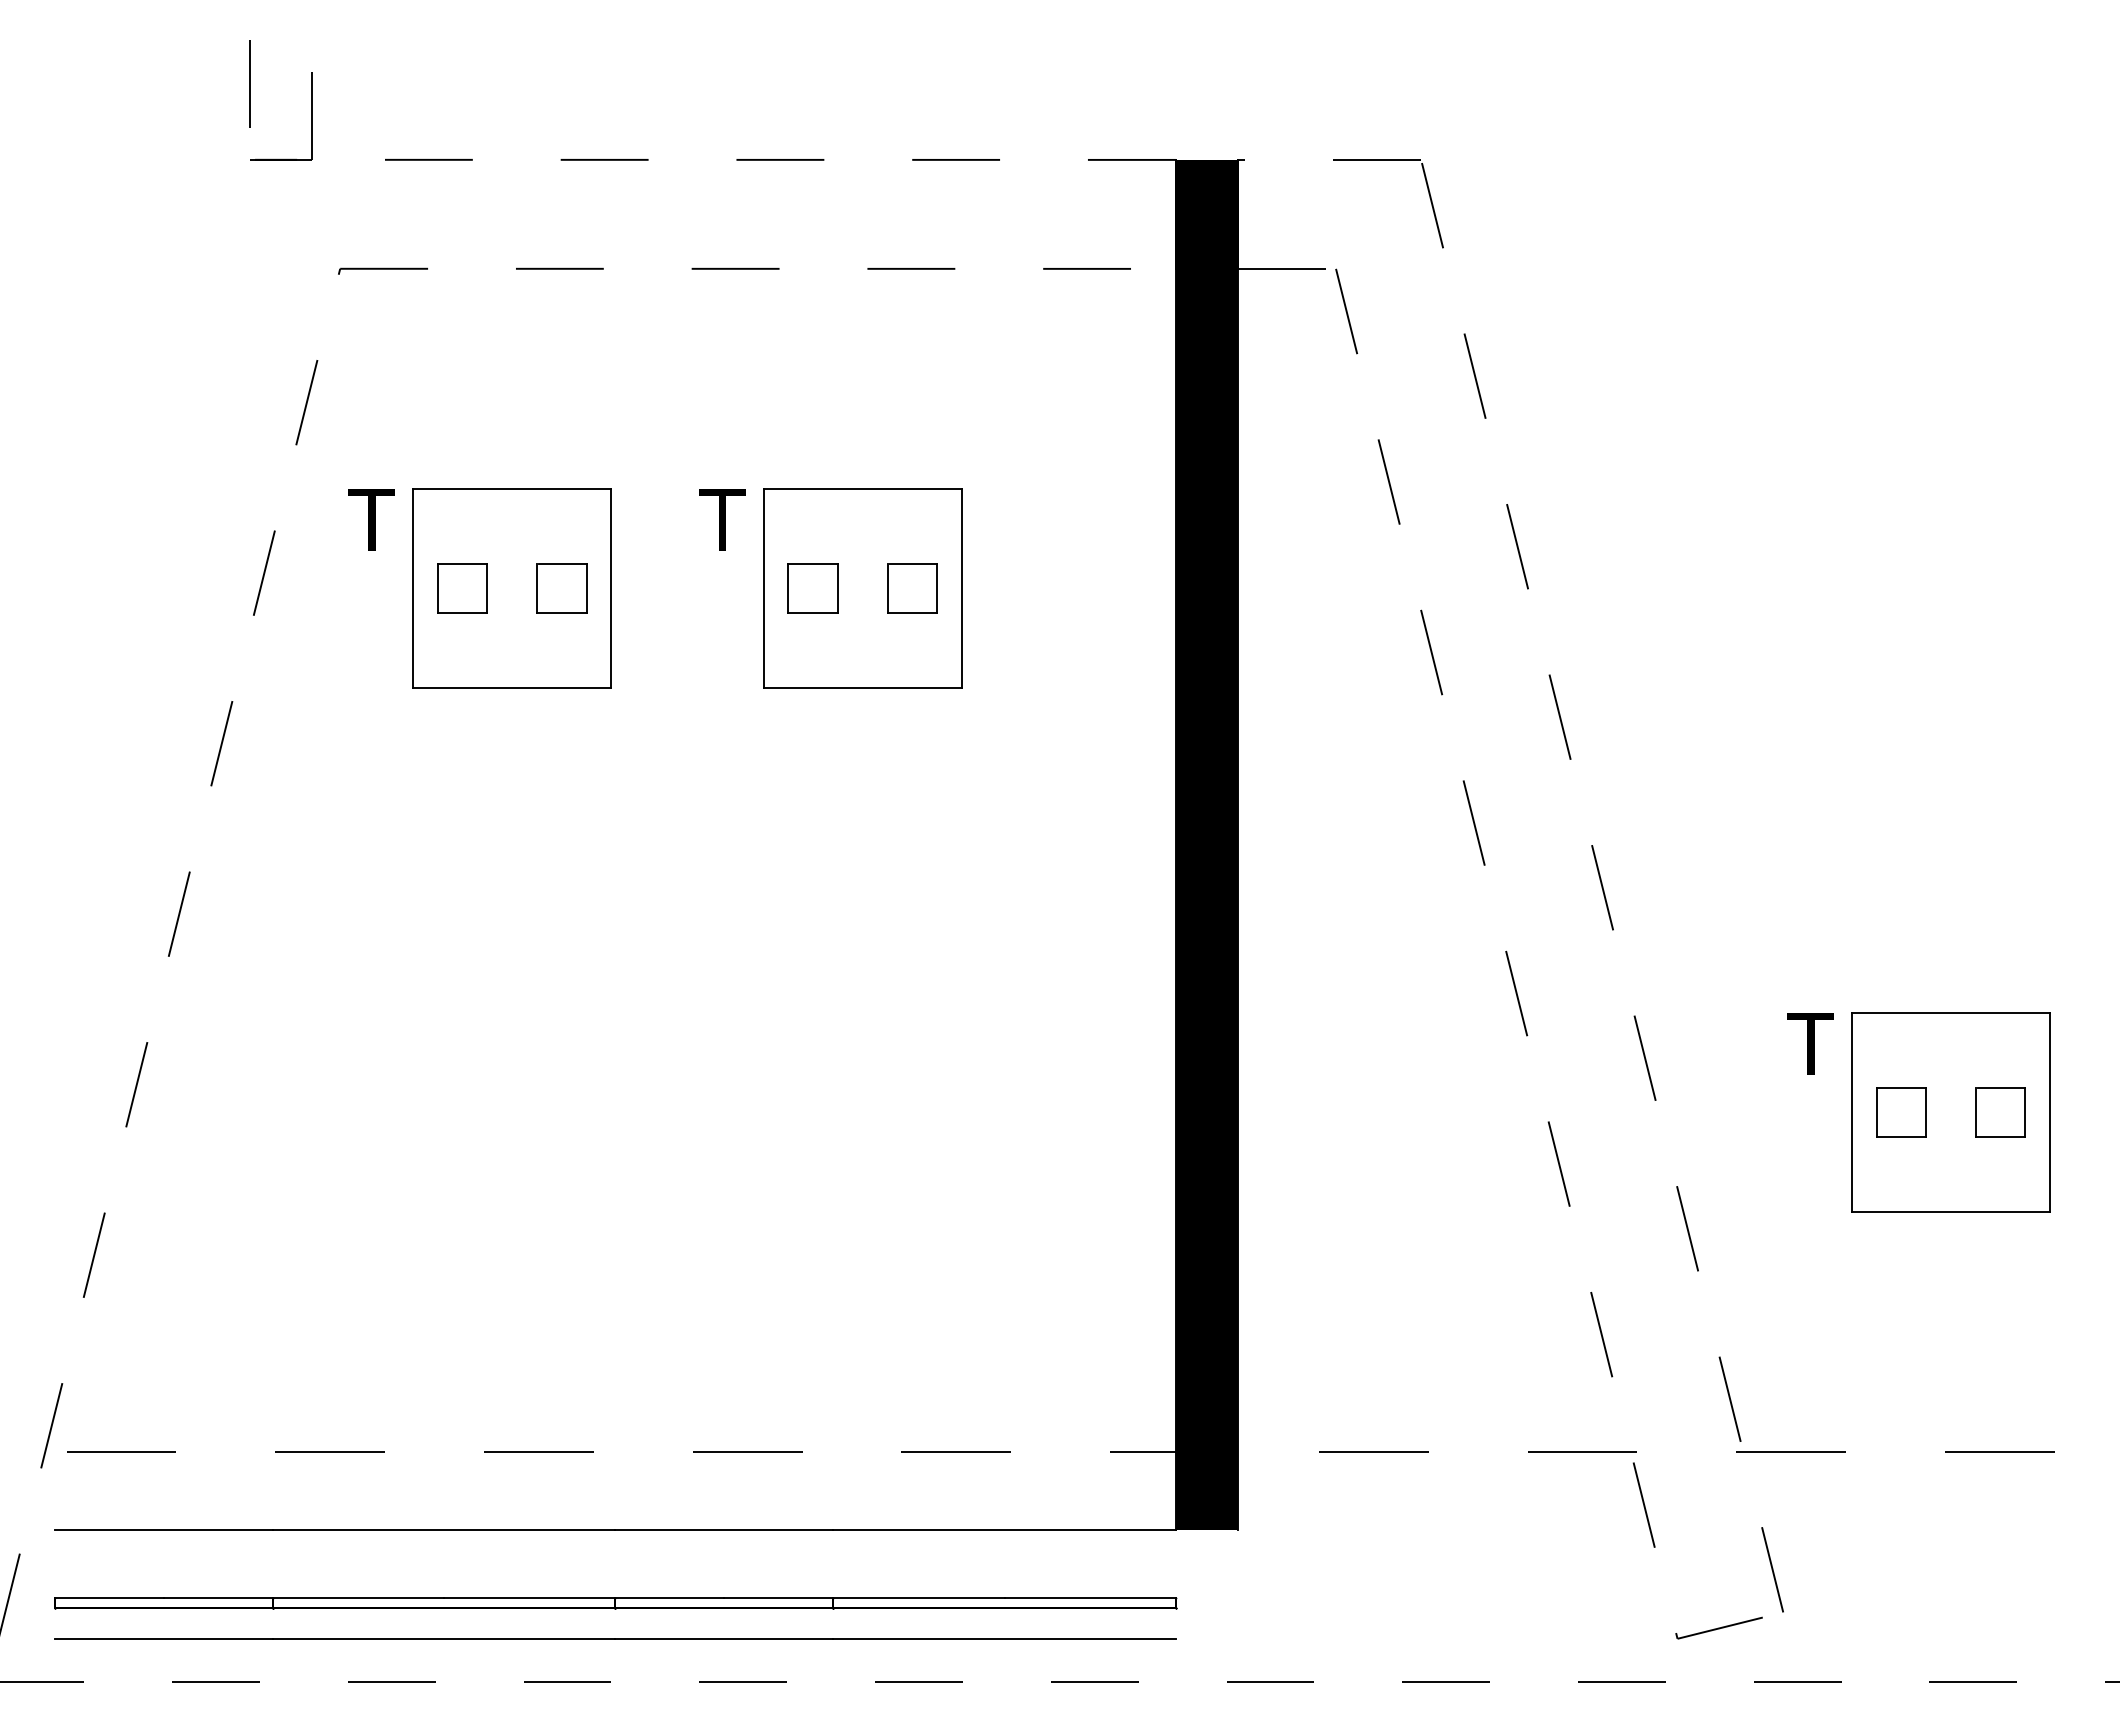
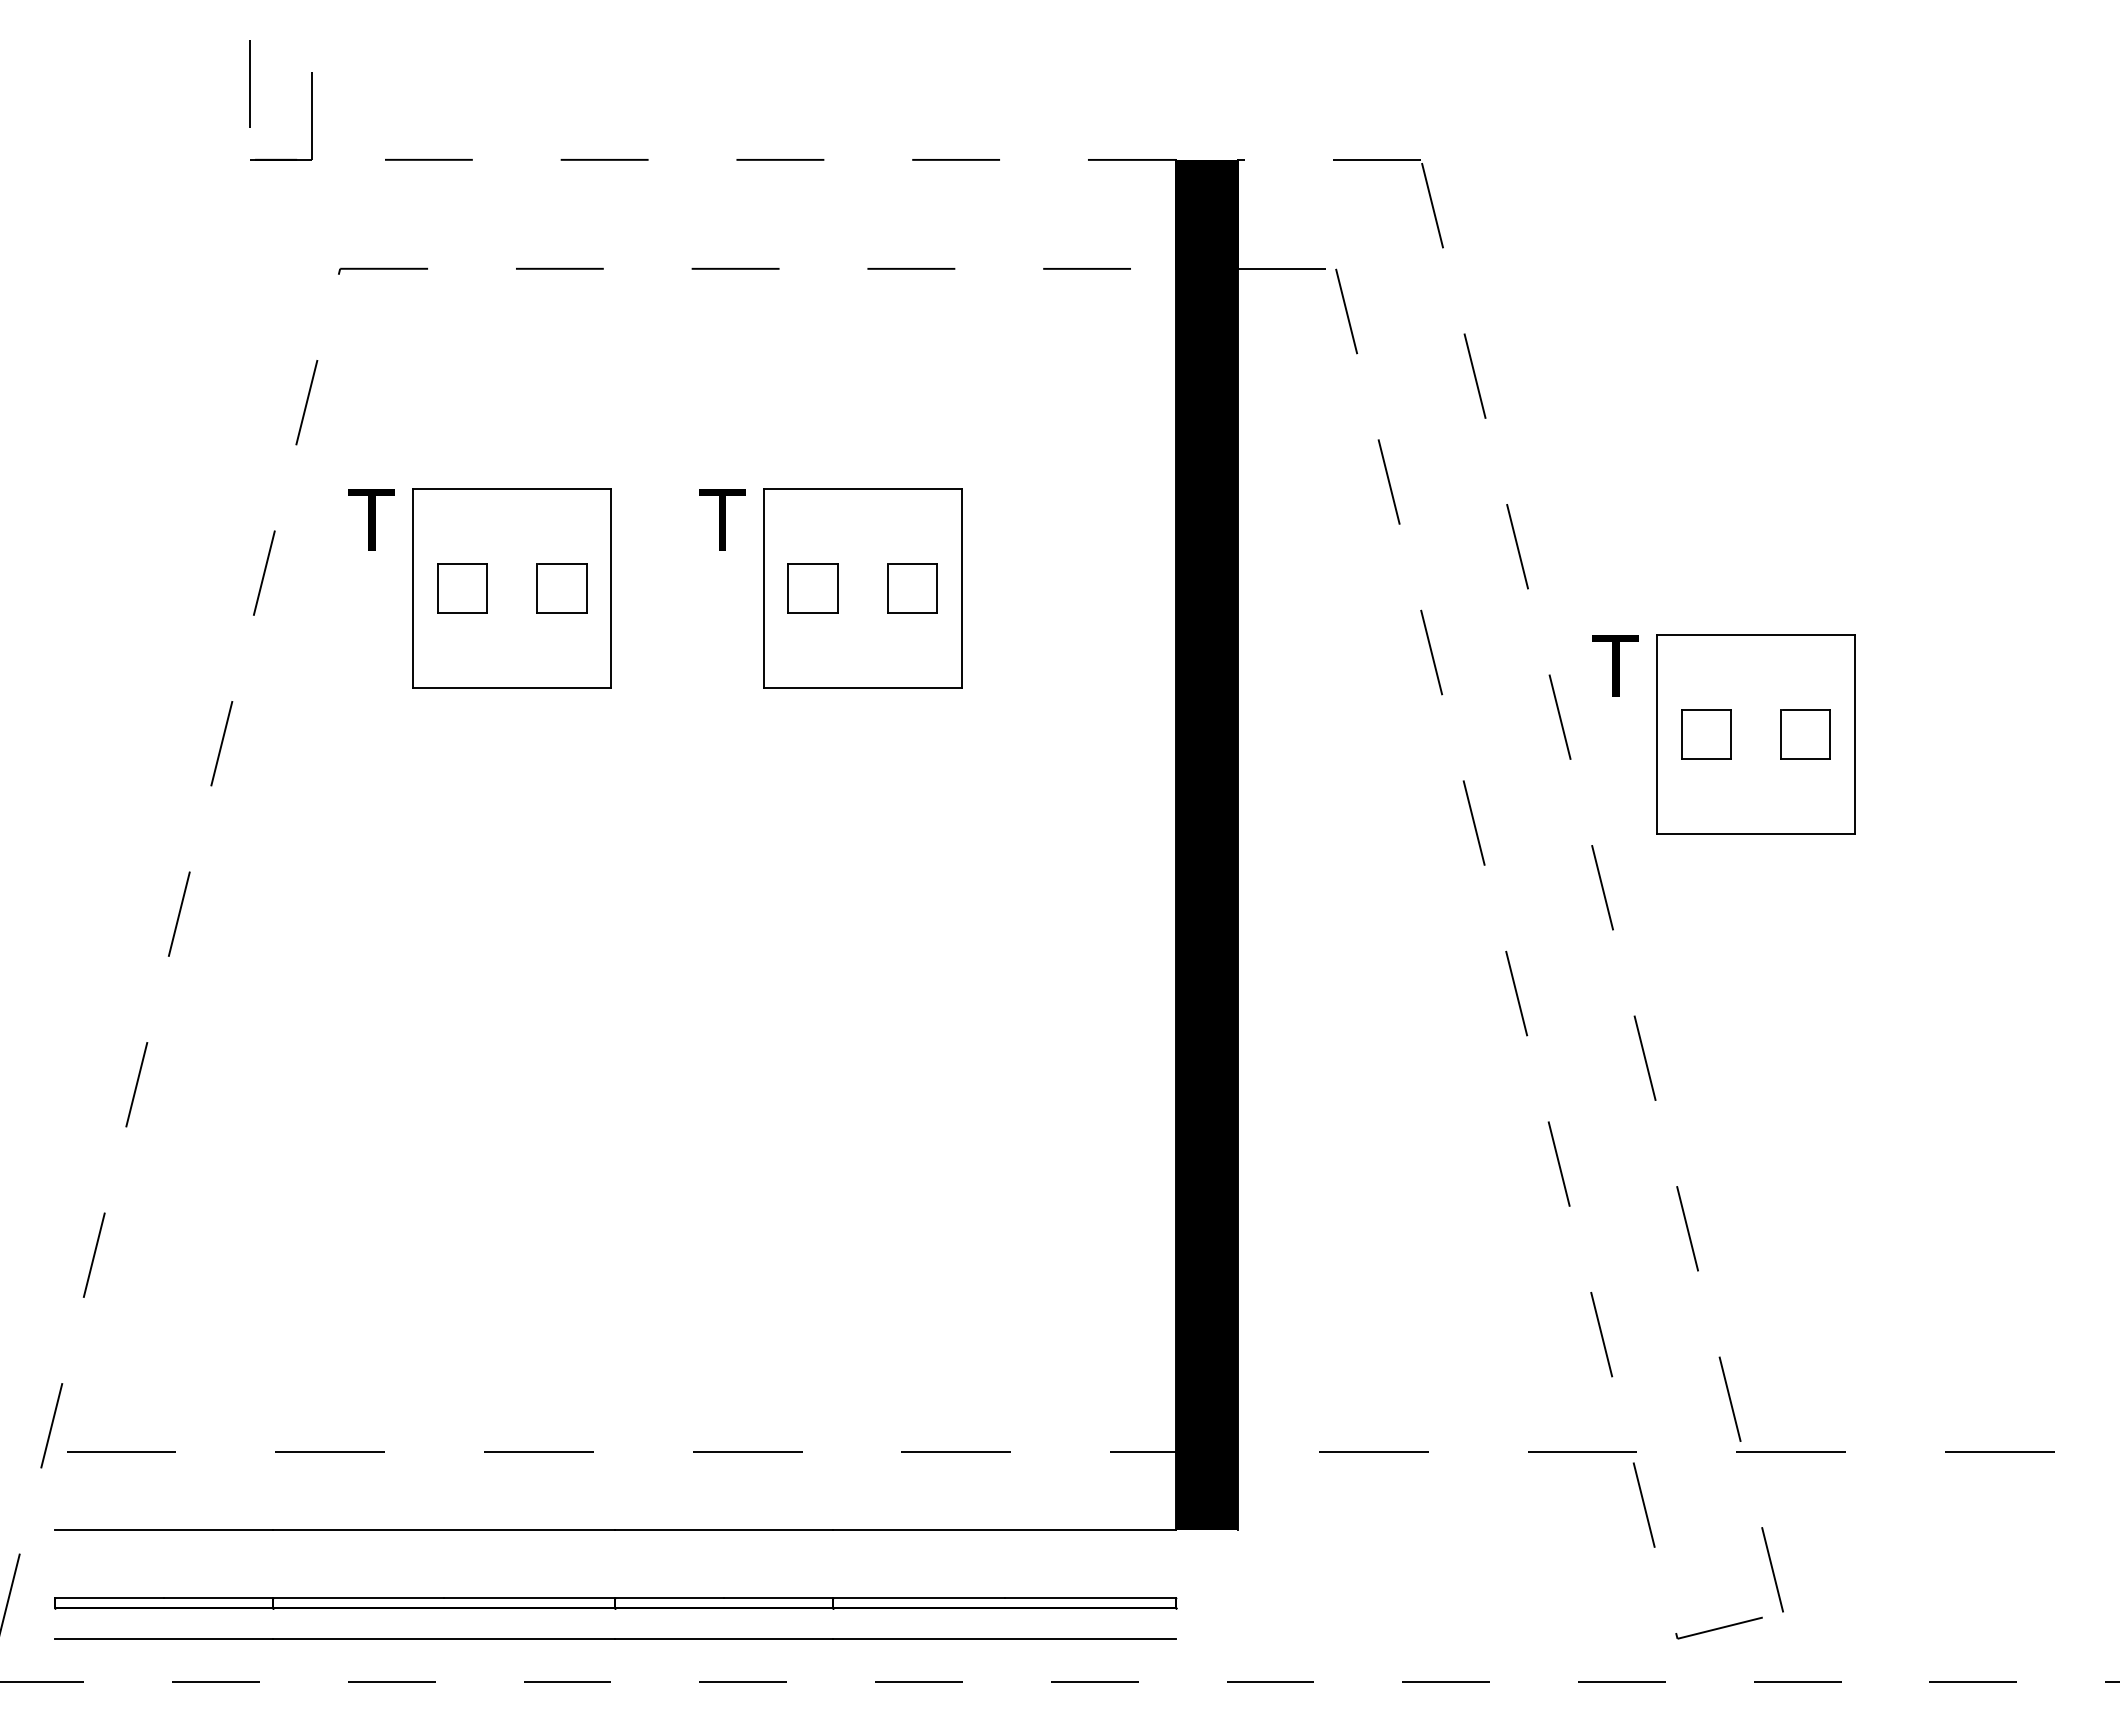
part at (1918, 1112) position: (1918, 1112) -> (1723, 734)
